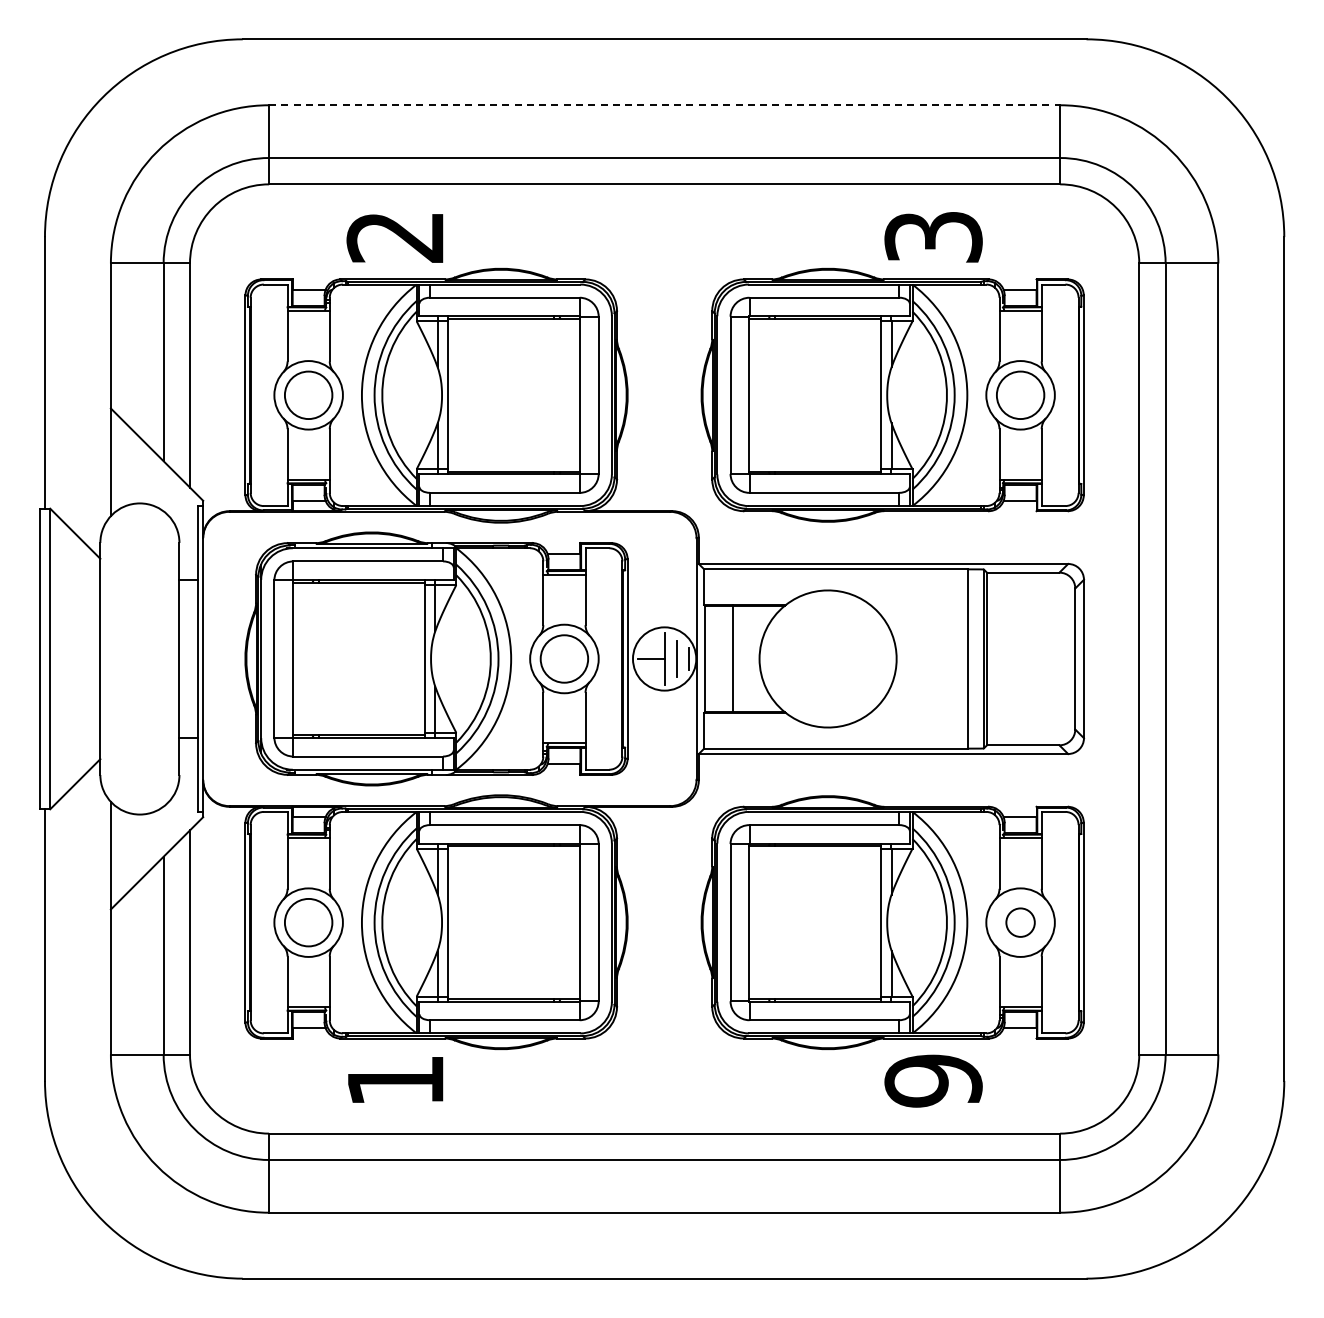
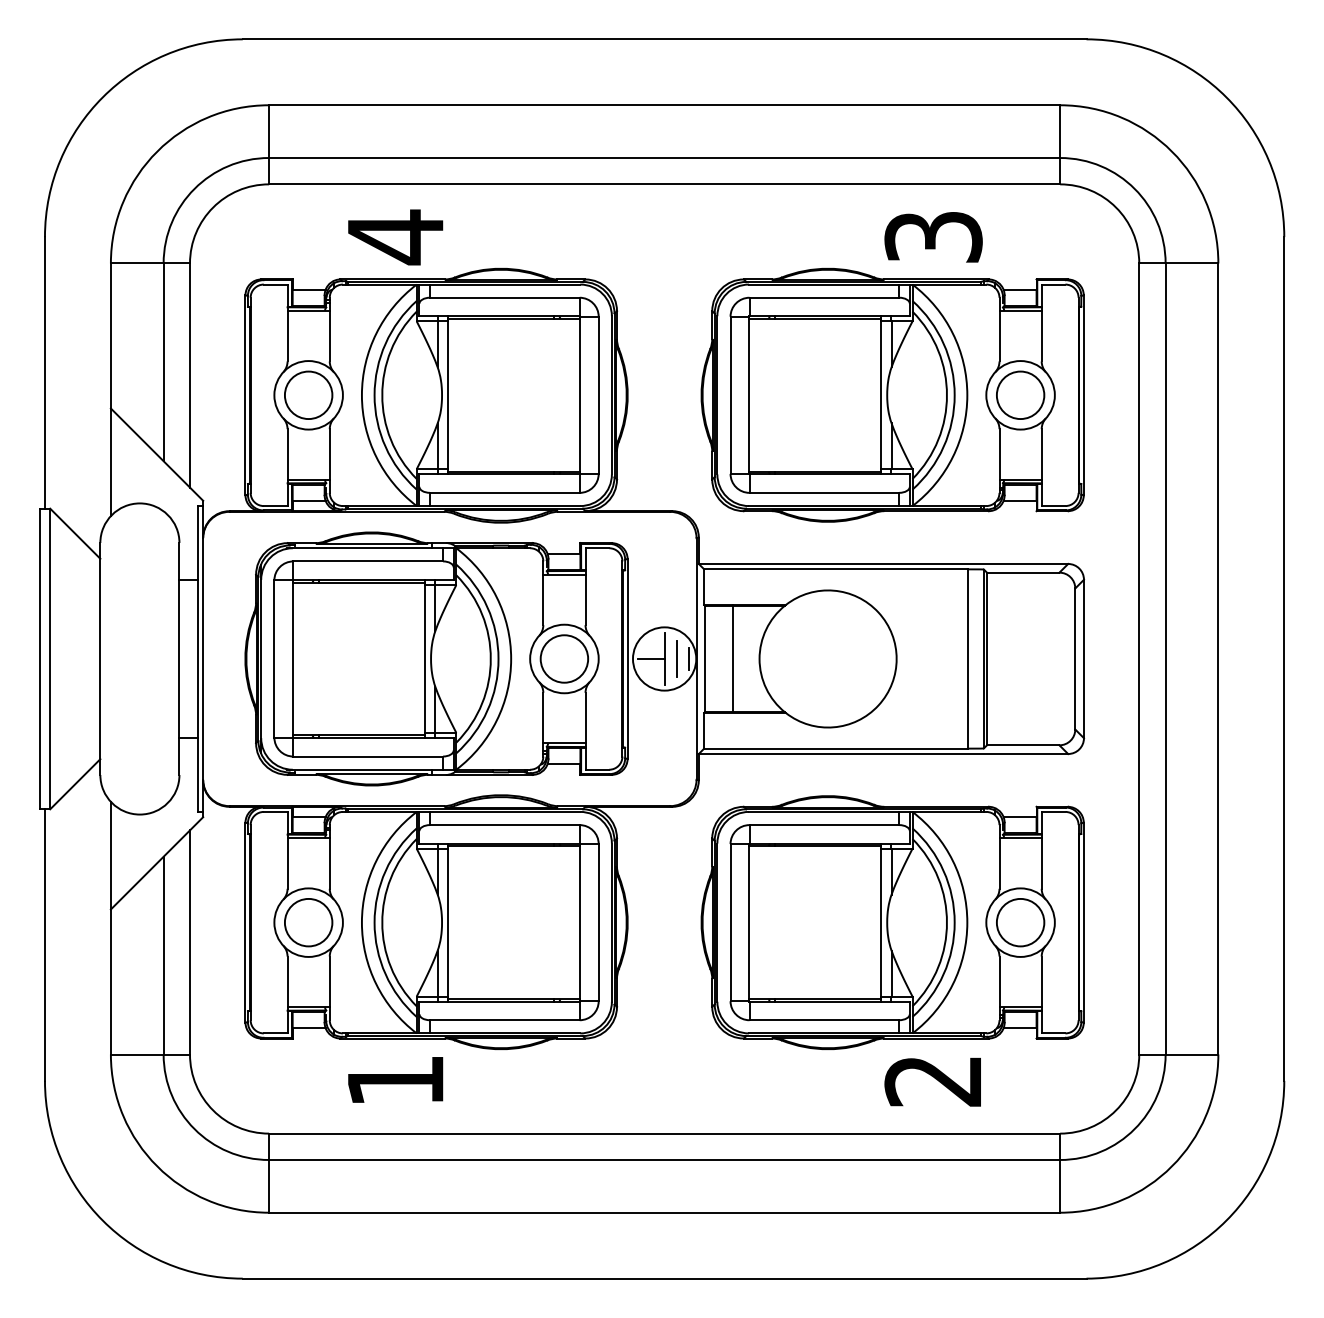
line at (664, 105): dashed -> solid
text at (394, 237): 2 -> 4
circle at (1020, 922) diameter: 28 px -> 47 px
text at (933, 1080): 9 -> 2
